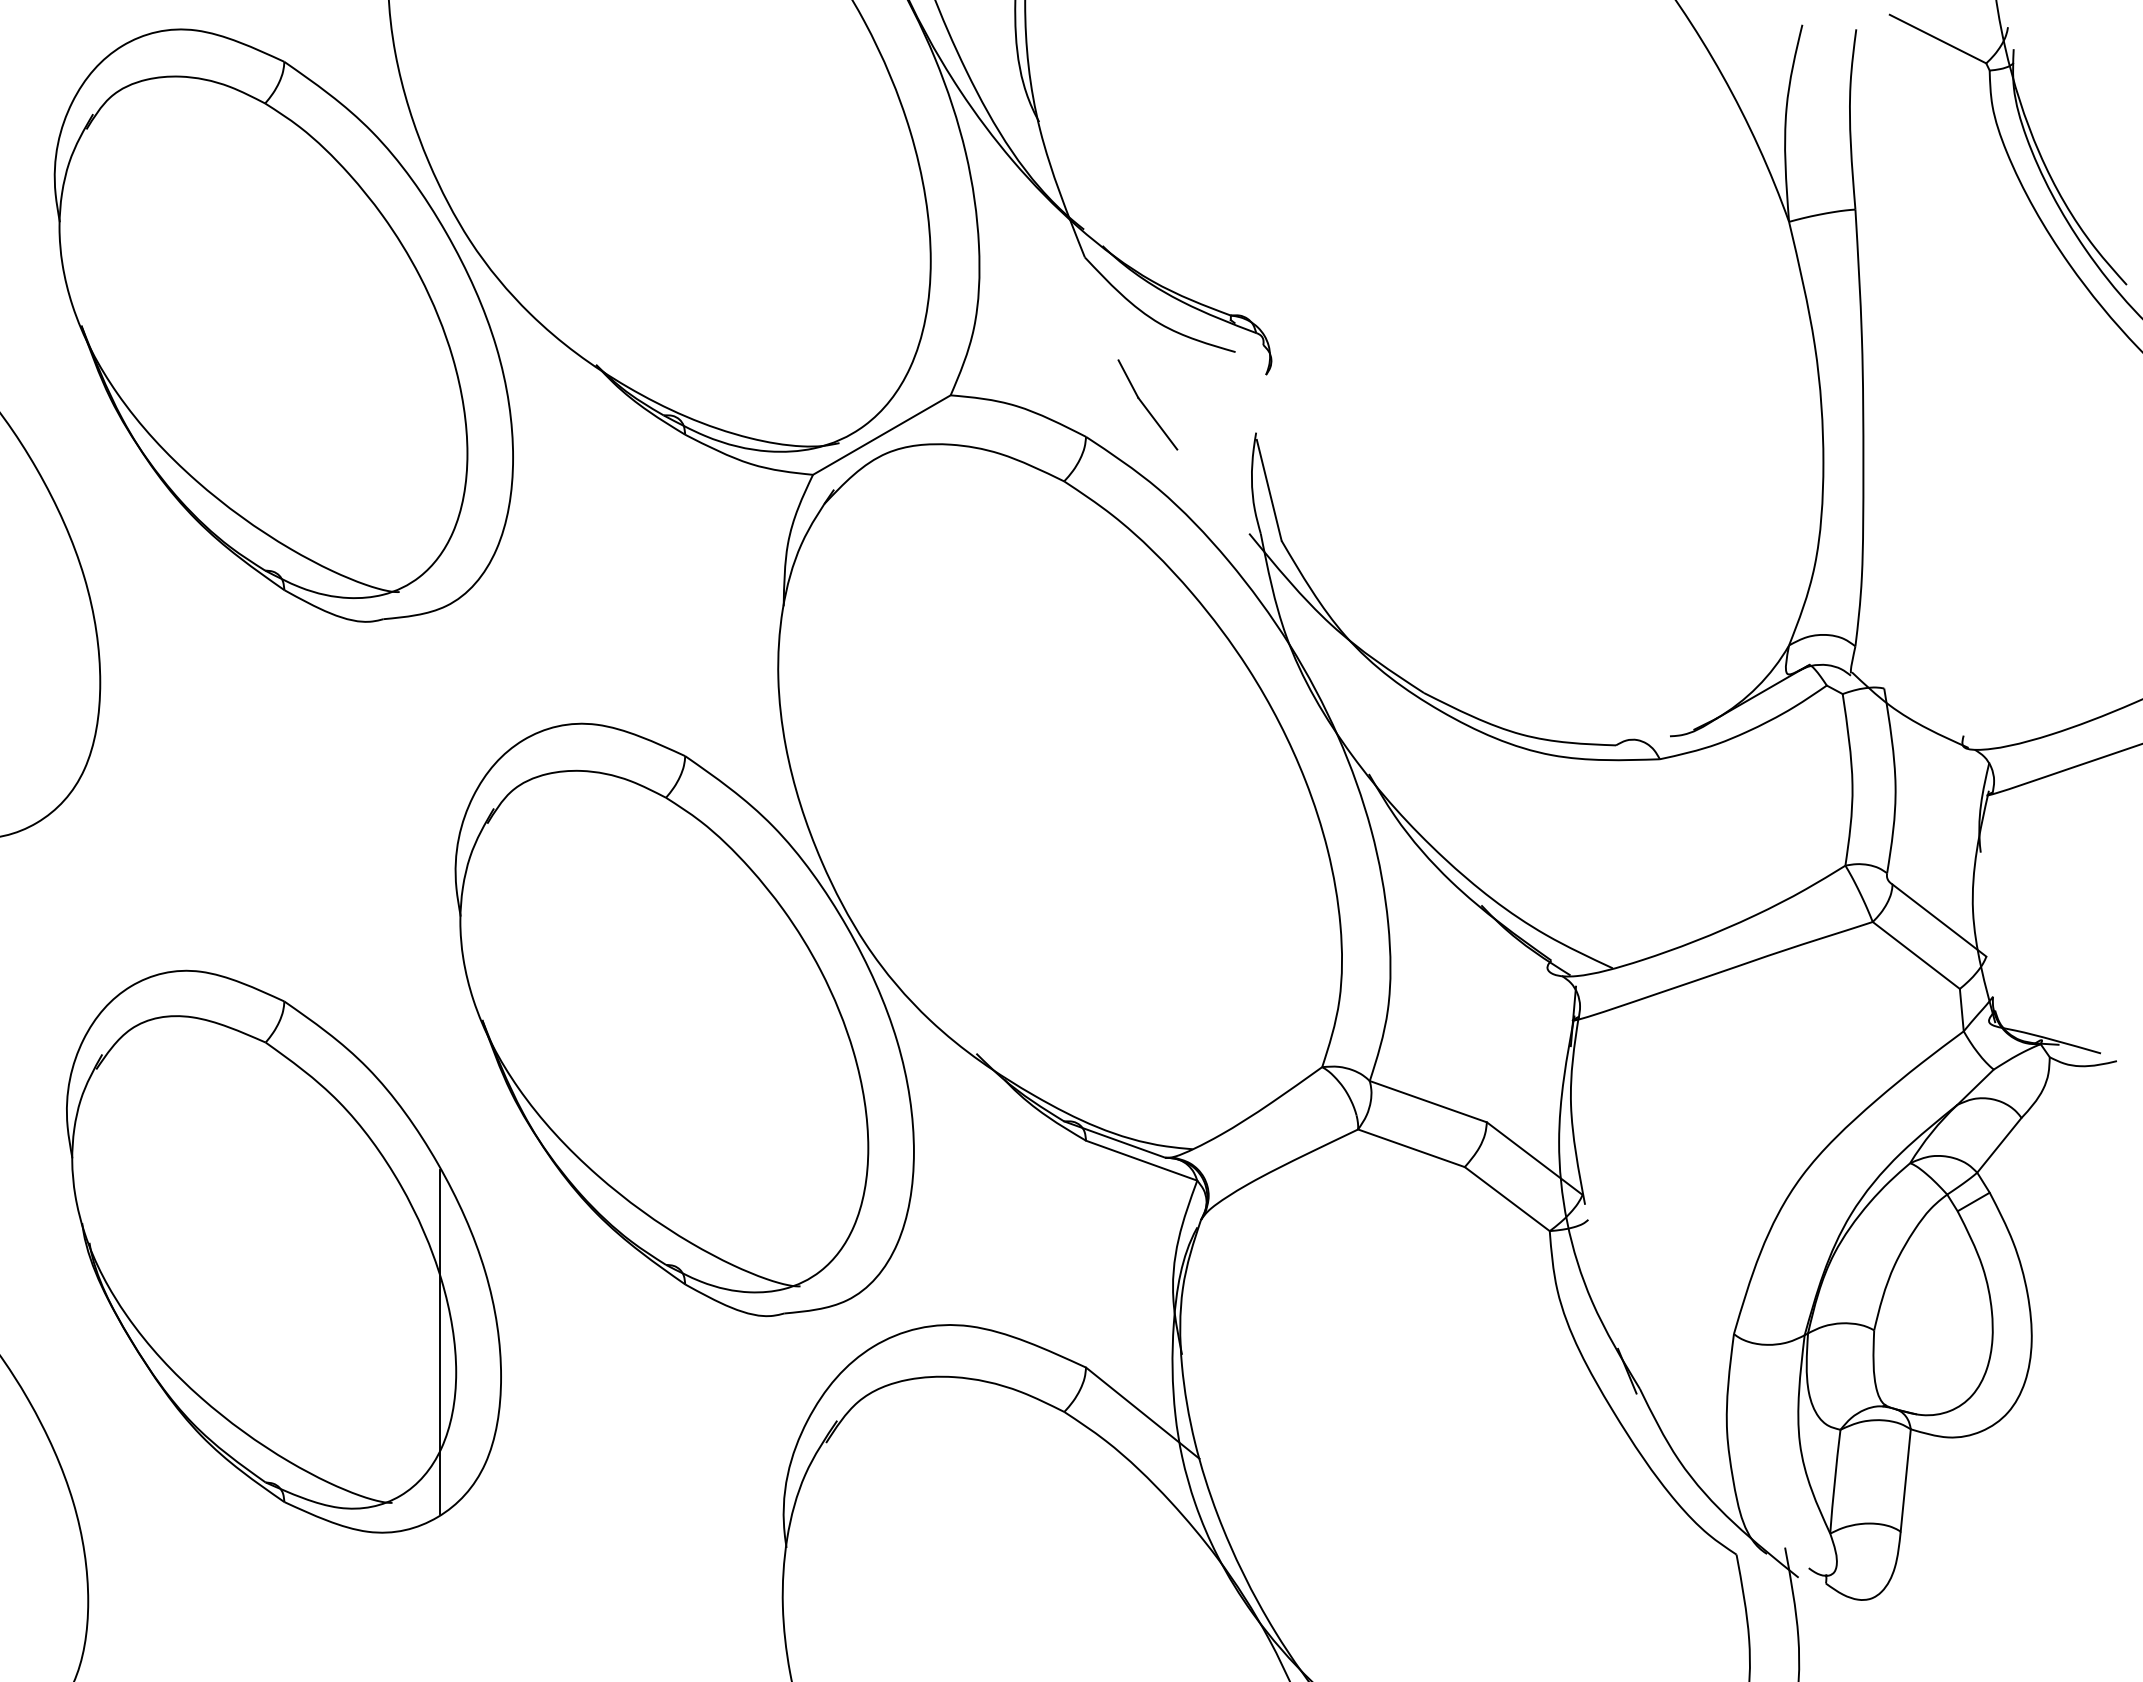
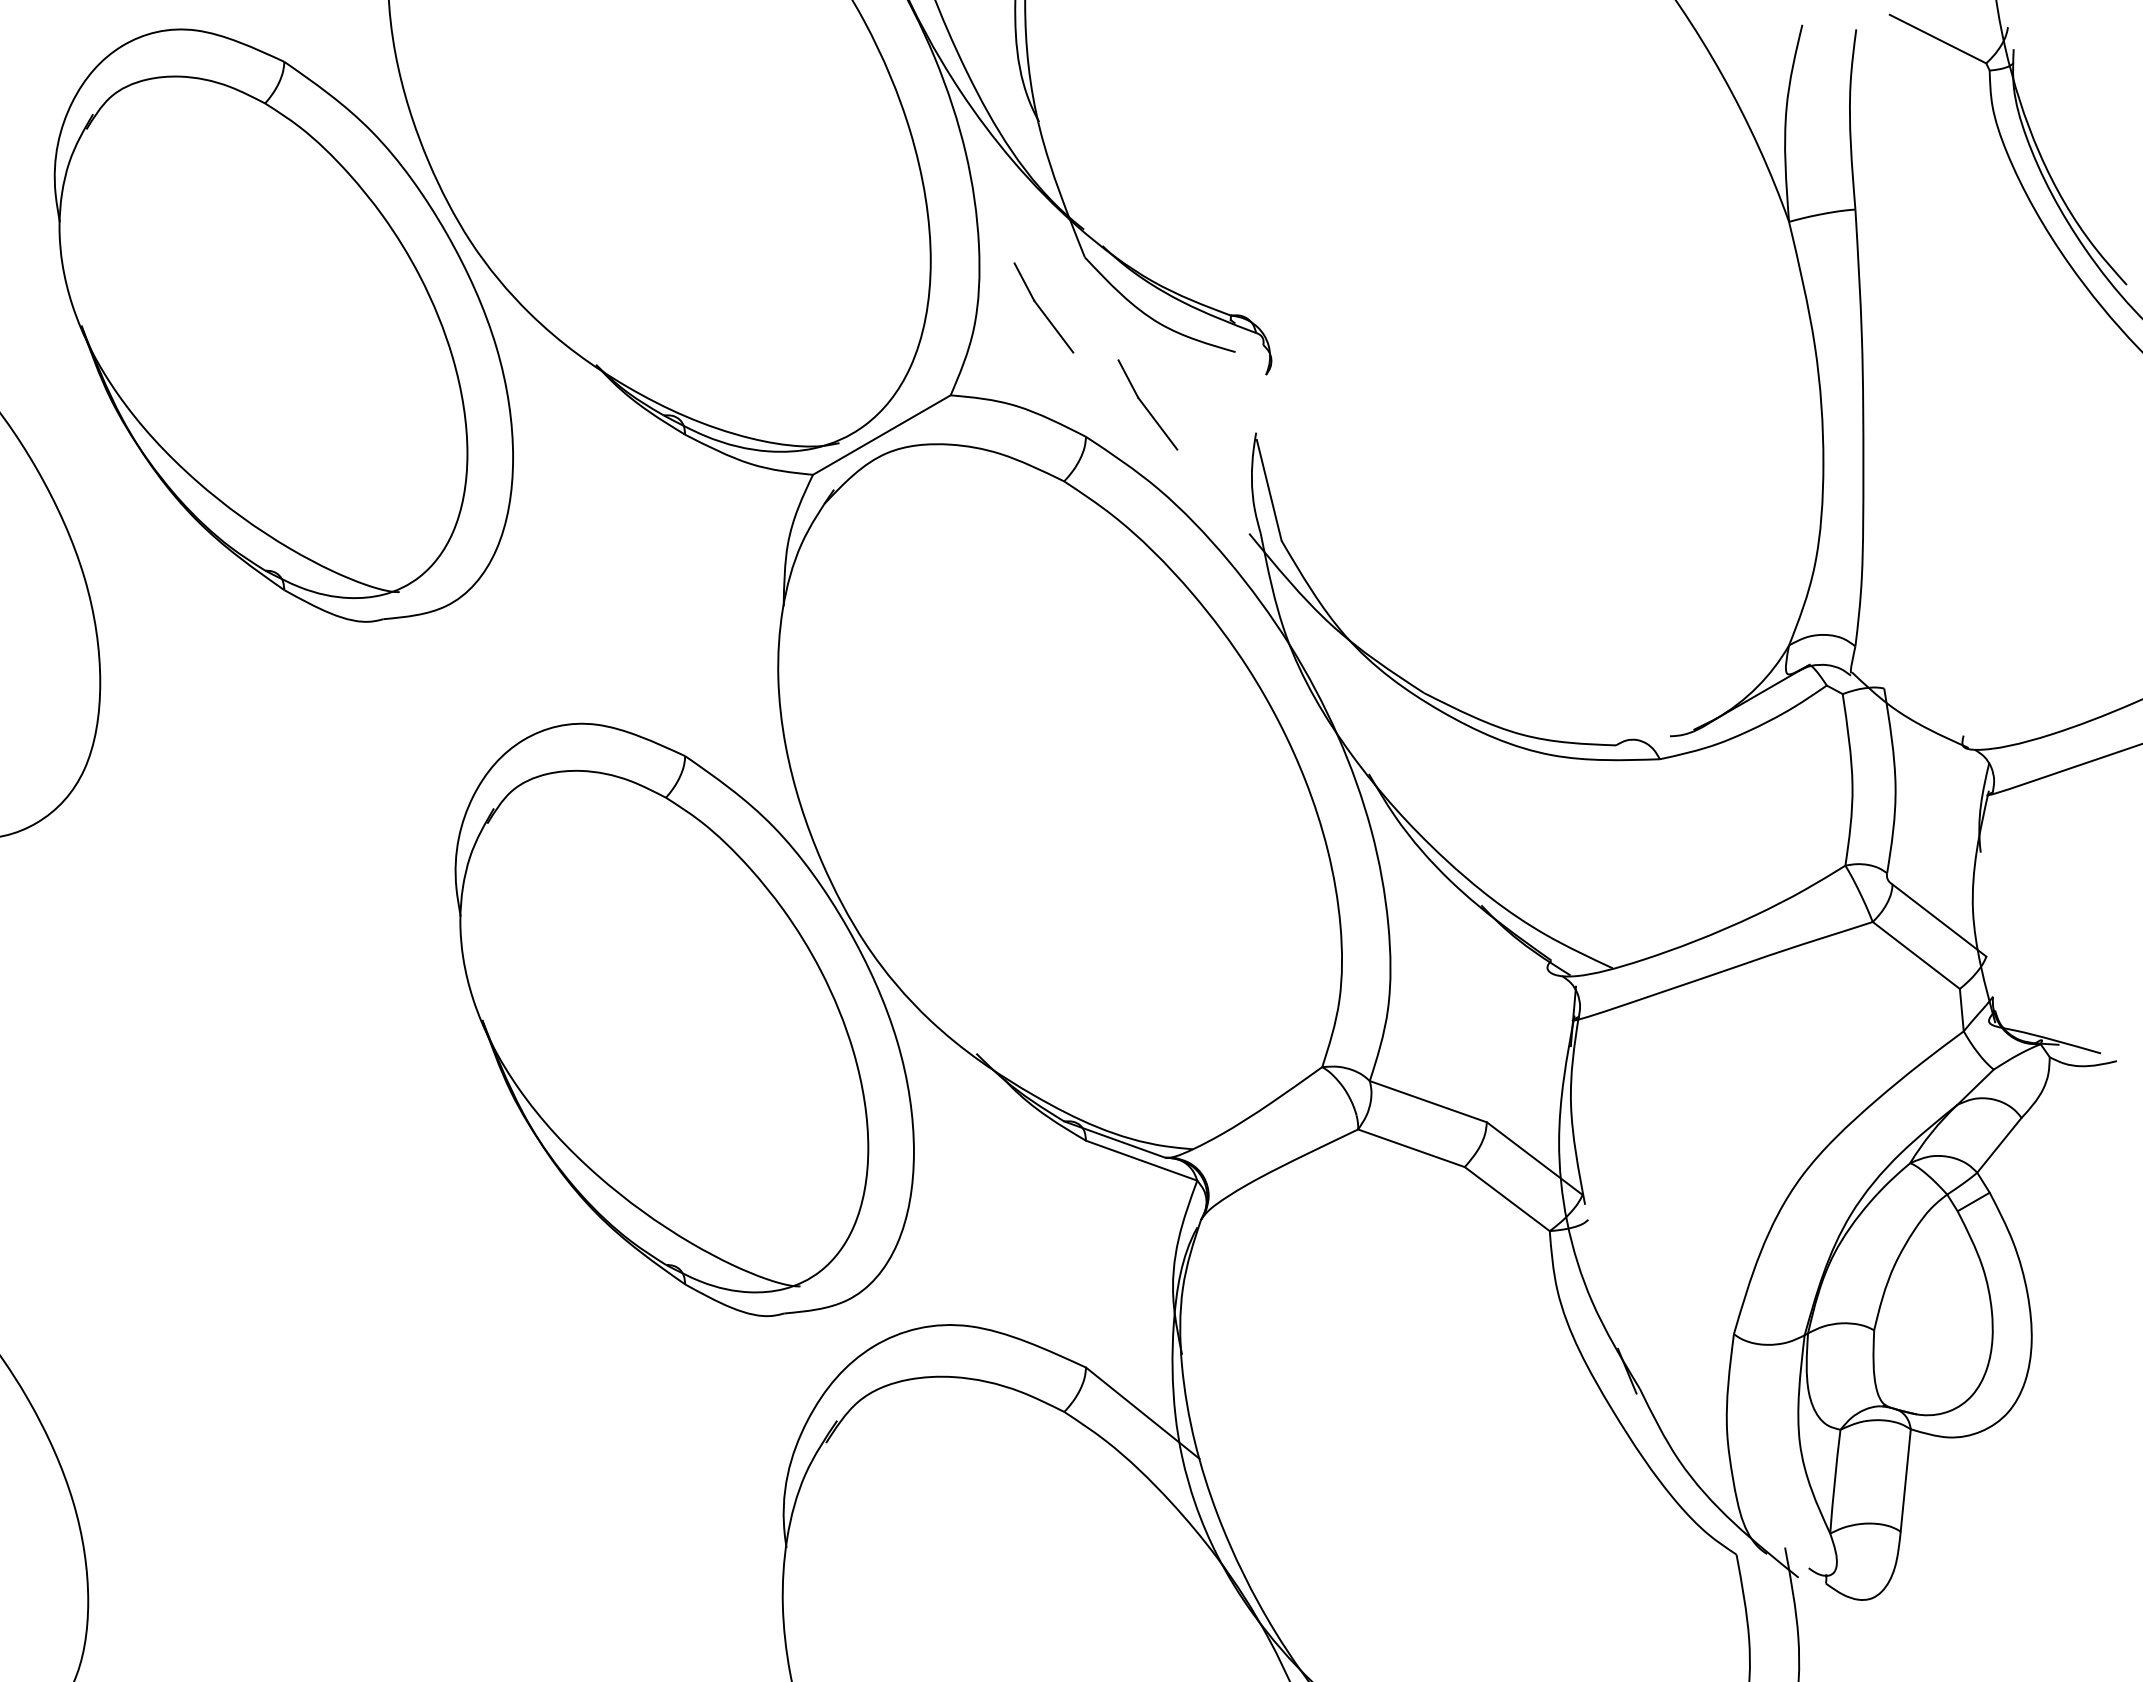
part at (1043, 307): none -> present
part at (283, 1251): present -> none
